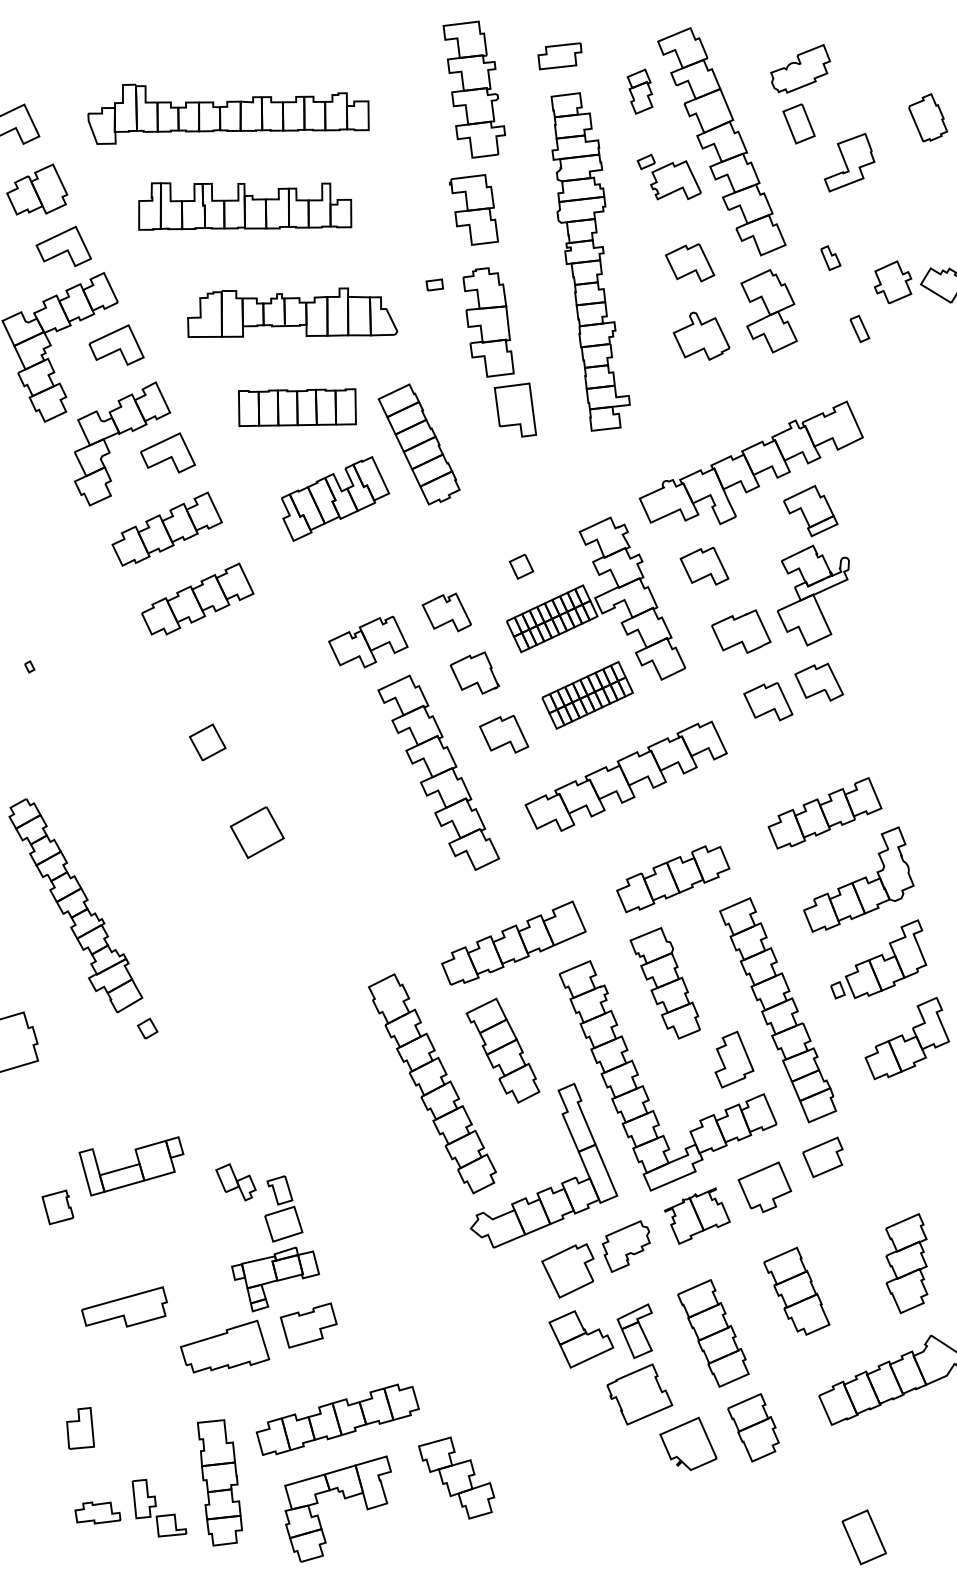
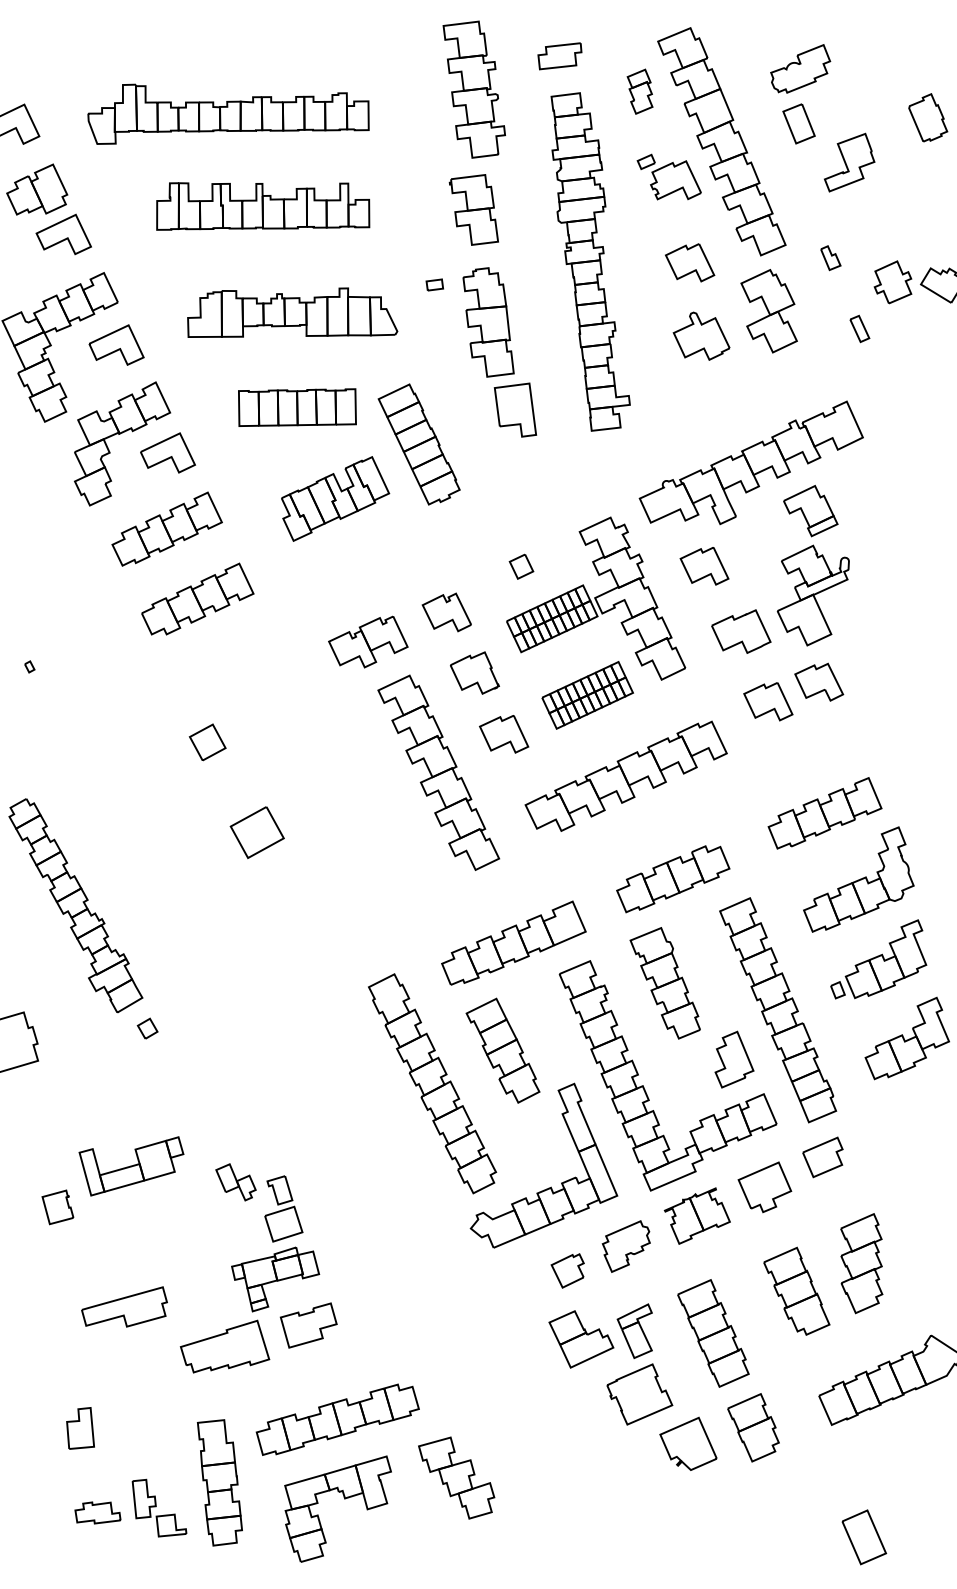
part at (245, 206) position: (245, 206) -> (263, 206)
part at (63, 246) position: (63, 246) -> (63, 234)
part at (906, 1263) position: (906, 1263) -> (861, 1263)
part at (567, 1270) size: 54x56 px -> 35x36 px
